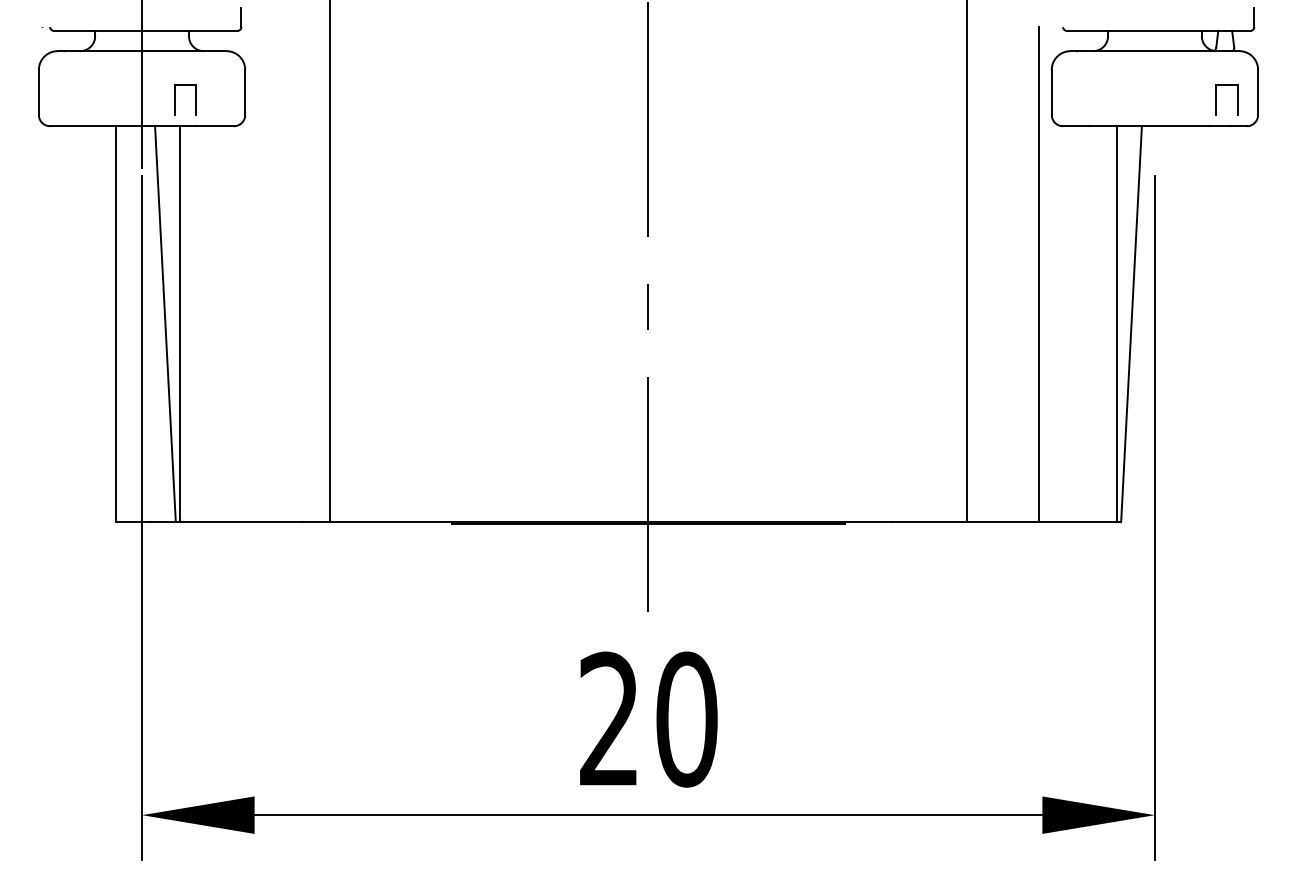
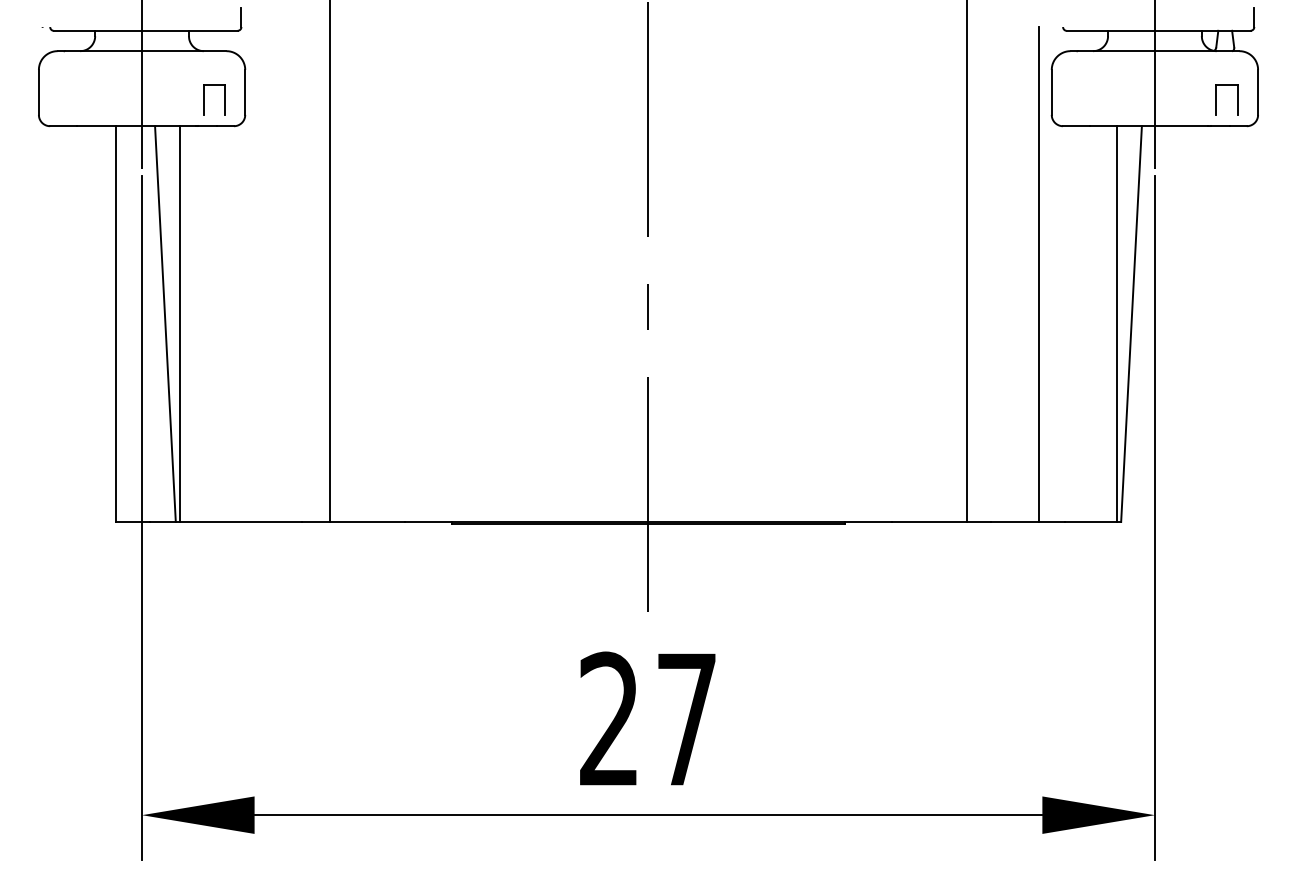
line at (1154, 85): none -> present
part at (175, 99) position: (175, 99) -> (204, 99)
text at (686, 719): 20 -> 27
